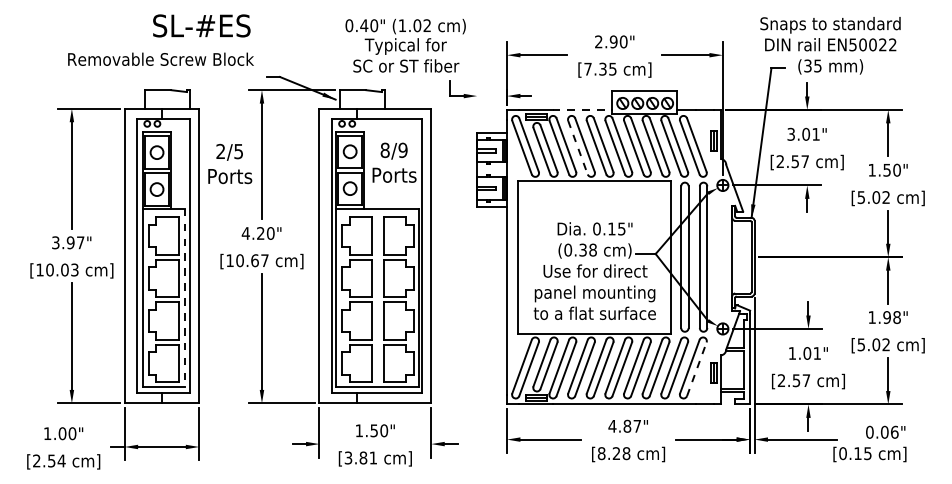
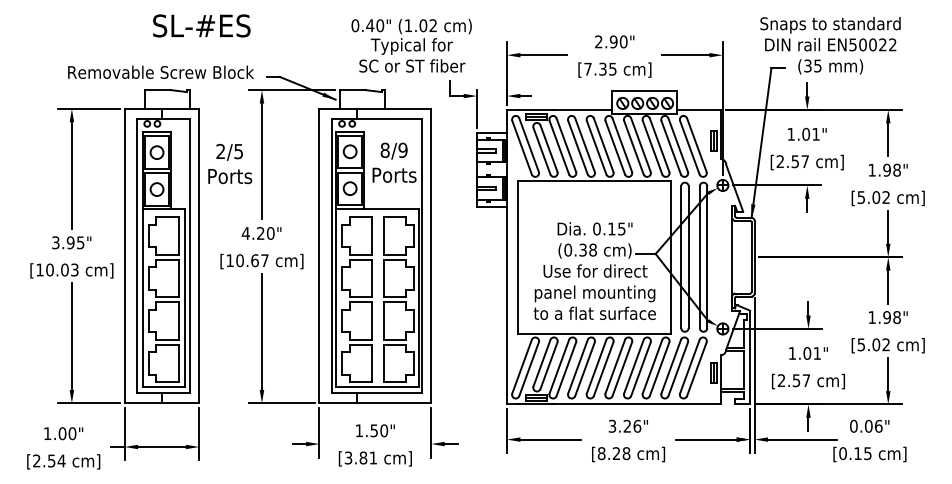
text at (405, 45) position: (405, 45) -> (411, 45)
text at (160, 58) position: (160, 58) -> (160, 71)
line at (477, 108): none -> present
line at (582, 109): dashed -> solid
text at (790, 133): 3.01" -> 1.01"
line at (578, 147): dashed -> solid
text at (891, 169): 1.50" -> 1.98"
text at (80, 242): 3.97" -> 3.95"
line at (184, 298): dashed -> solid
line at (696, 369): dashed -> solid
text at (624, 425): 4.87" -> 3.26"
text at (885, 431) position: (885, 431) -> (869, 425)
